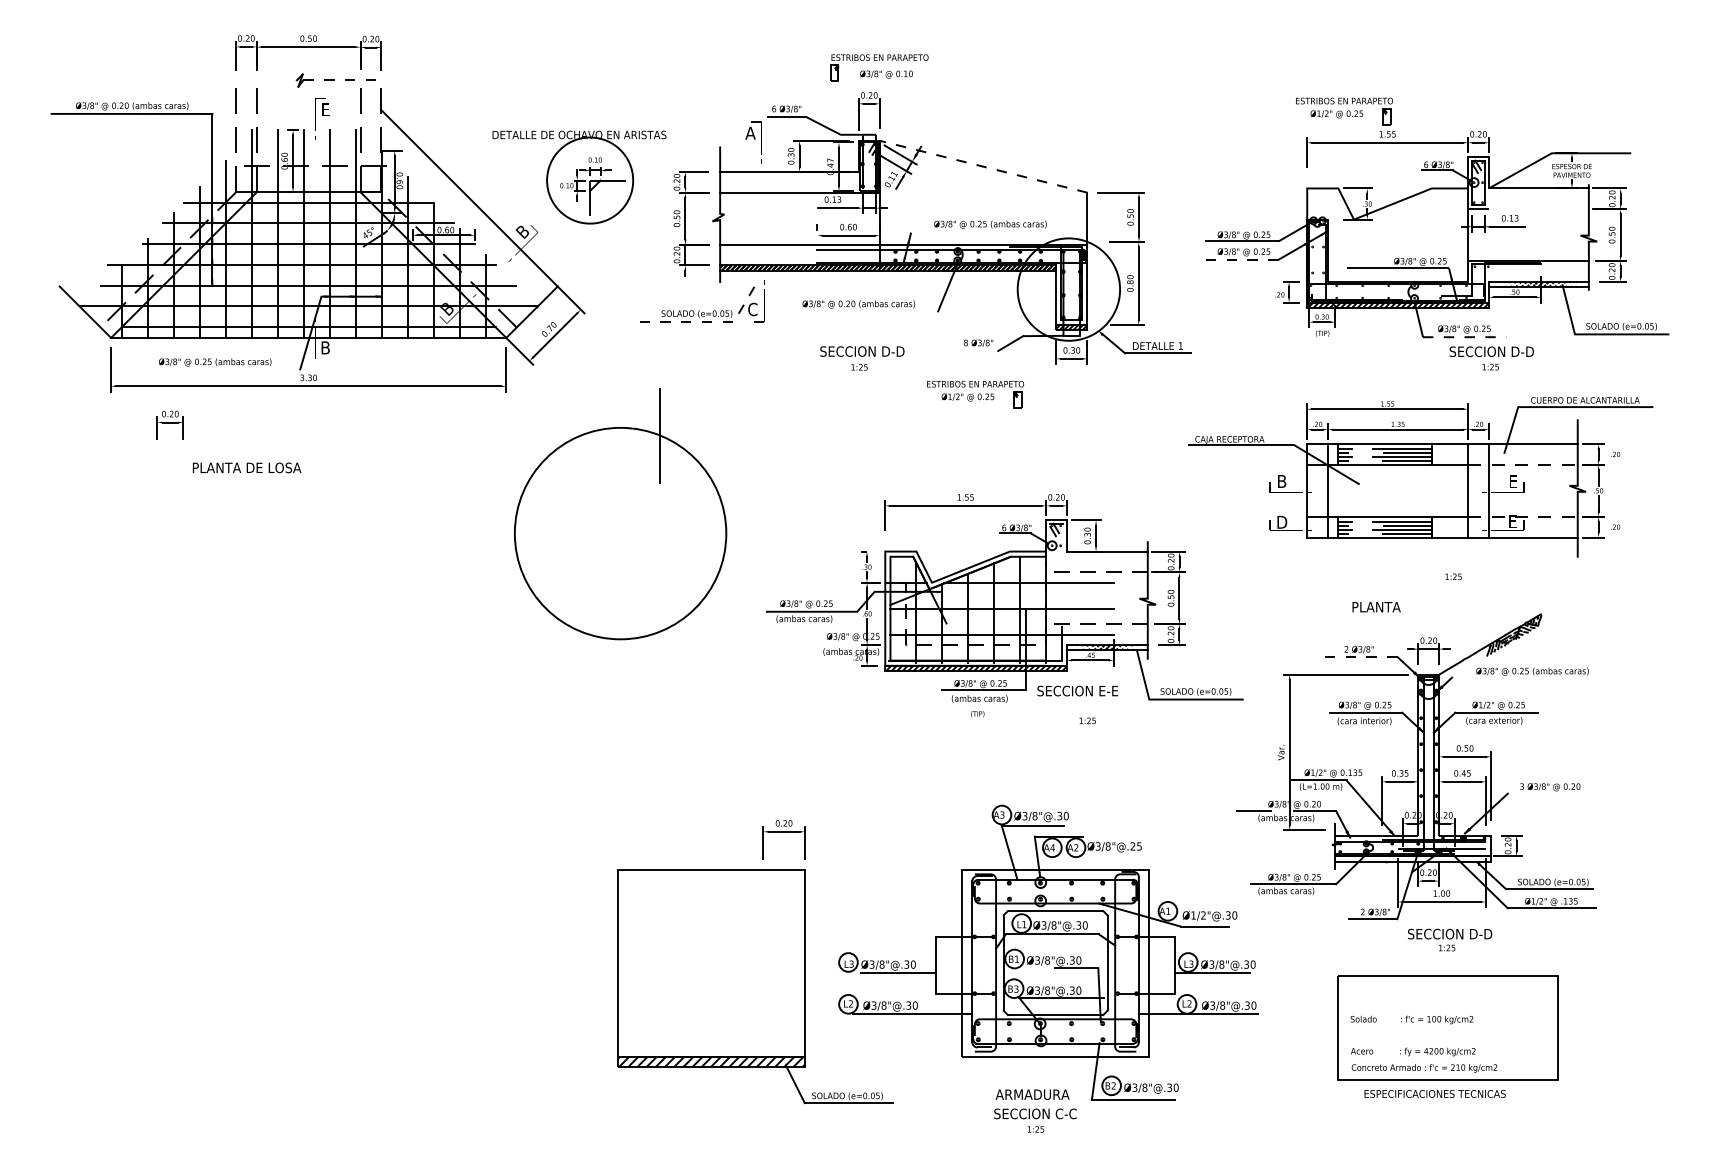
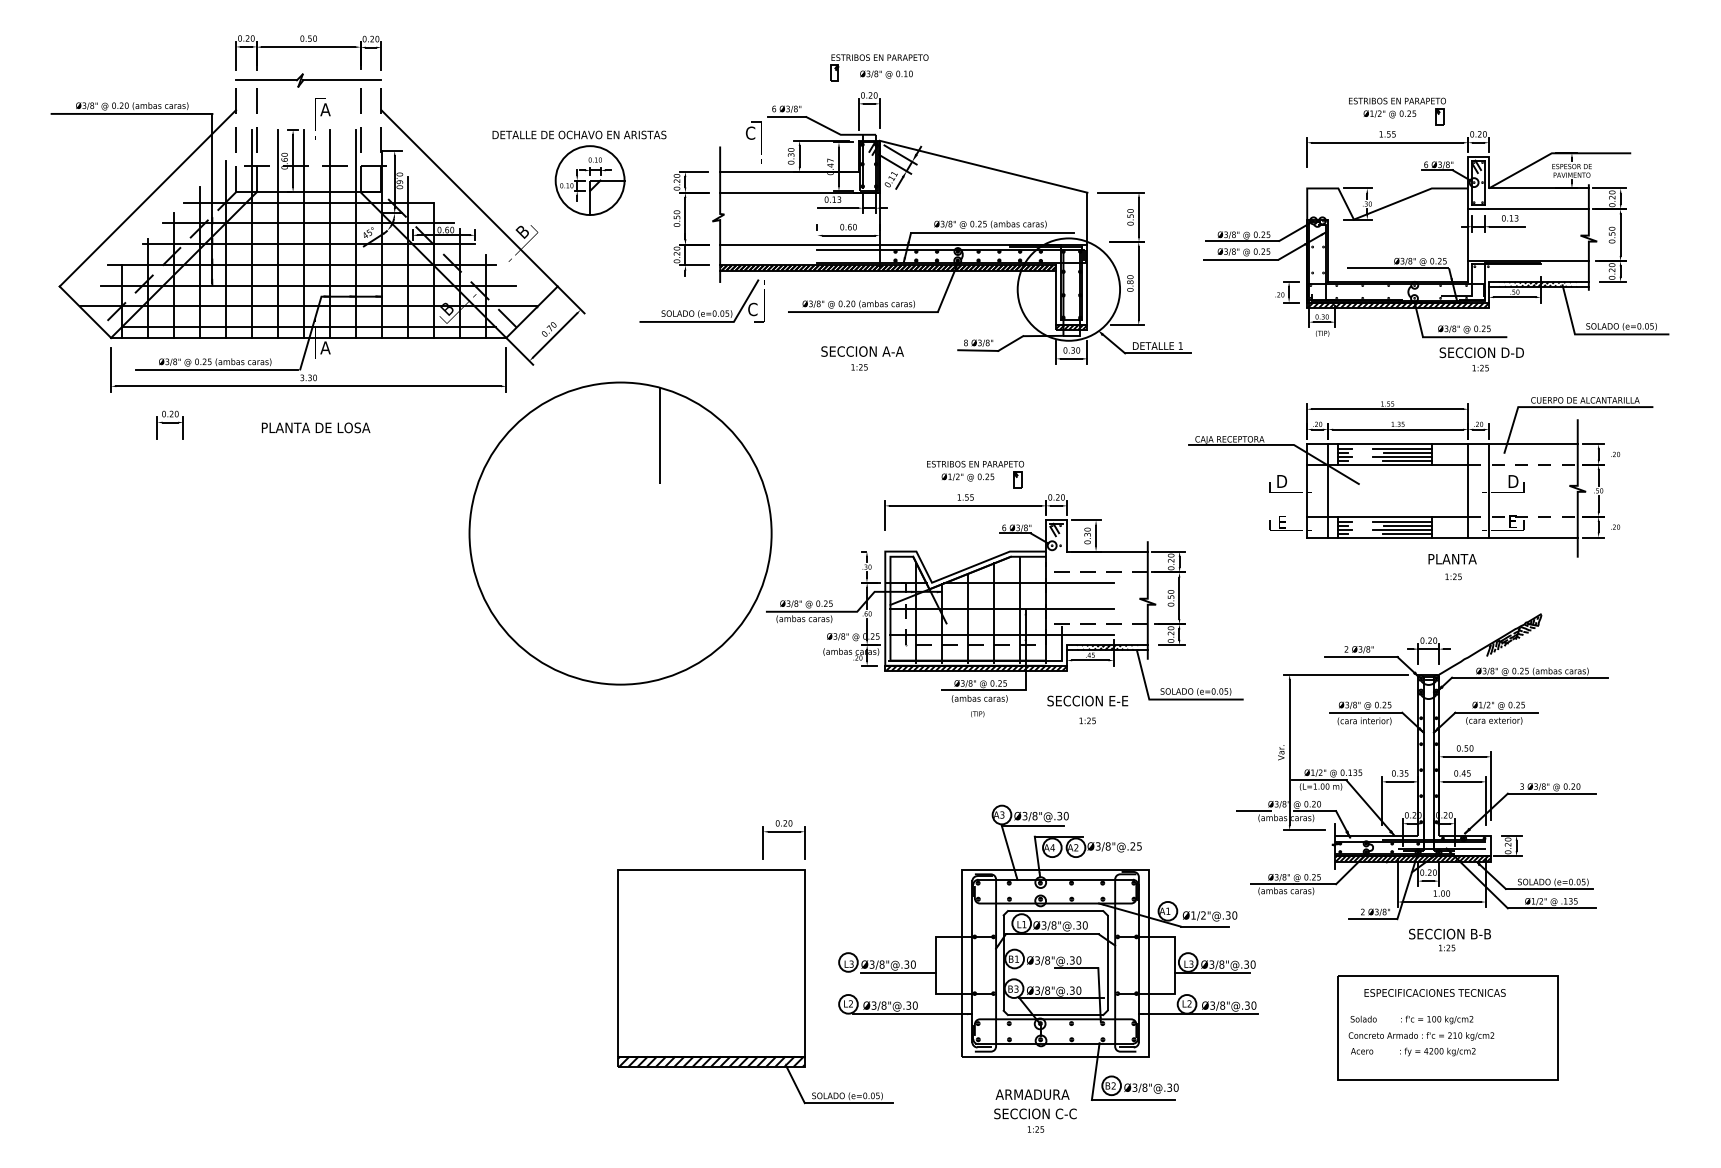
line at (266, 80): none -> present
line at (342, 80): dashed -> solid
text at (325, 109): E -> A
part at (1344, 111) position: (1344, 111) -> (1397, 111)
text at (750, 132): A -> C
line at (983, 166): dashed -> solid
circle at (590, 180) diameter: 86 px -> 69 px
line at (147, 198): none -> present
line at (1538, 209): none -> present
line at (992, 232): none -> present
line at (1241, 259): dashed -> solid
line at (862, 312): none -> present
line at (712, 321): dashed -> solid
line at (1464, 337): dashed -> solid
text at (325, 347): B -> A
line at (978, 350): none -> present
text at (862, 351): SECCION D-D -> SECCION A-A
text at (1491, 358) position: (1491, 358) -> (1481, 359)
line at (216, 370): none -> present
part at (975, 394) position: (975, 394) -> (975, 474)
text at (246, 467) position: (246, 467) -> (315, 427)
text at (1282, 481): B -> D
text at (1513, 481): E -> D
text at (1282, 521): D -> E
circle at (620, 533) diameter: 211 px -> 302 px
text at (1376, 607) position: (1376, 607) -> (1452, 559)
line at (1361, 657): dashed -> solid
line at (1530, 677): none -> present
text at (1077, 690) position: (1077, 690) -> (1087, 700)
line at (1551, 793): none -> present
hatch at (1413, 858): none -> present
text at (1450, 933): SECCION D-D -> SECCION B-B
text at (1424, 1068) position: (1424, 1068) -> (1421, 1036)
text at (1434, 1093) position: (1434, 1093) -> (1434, 992)
